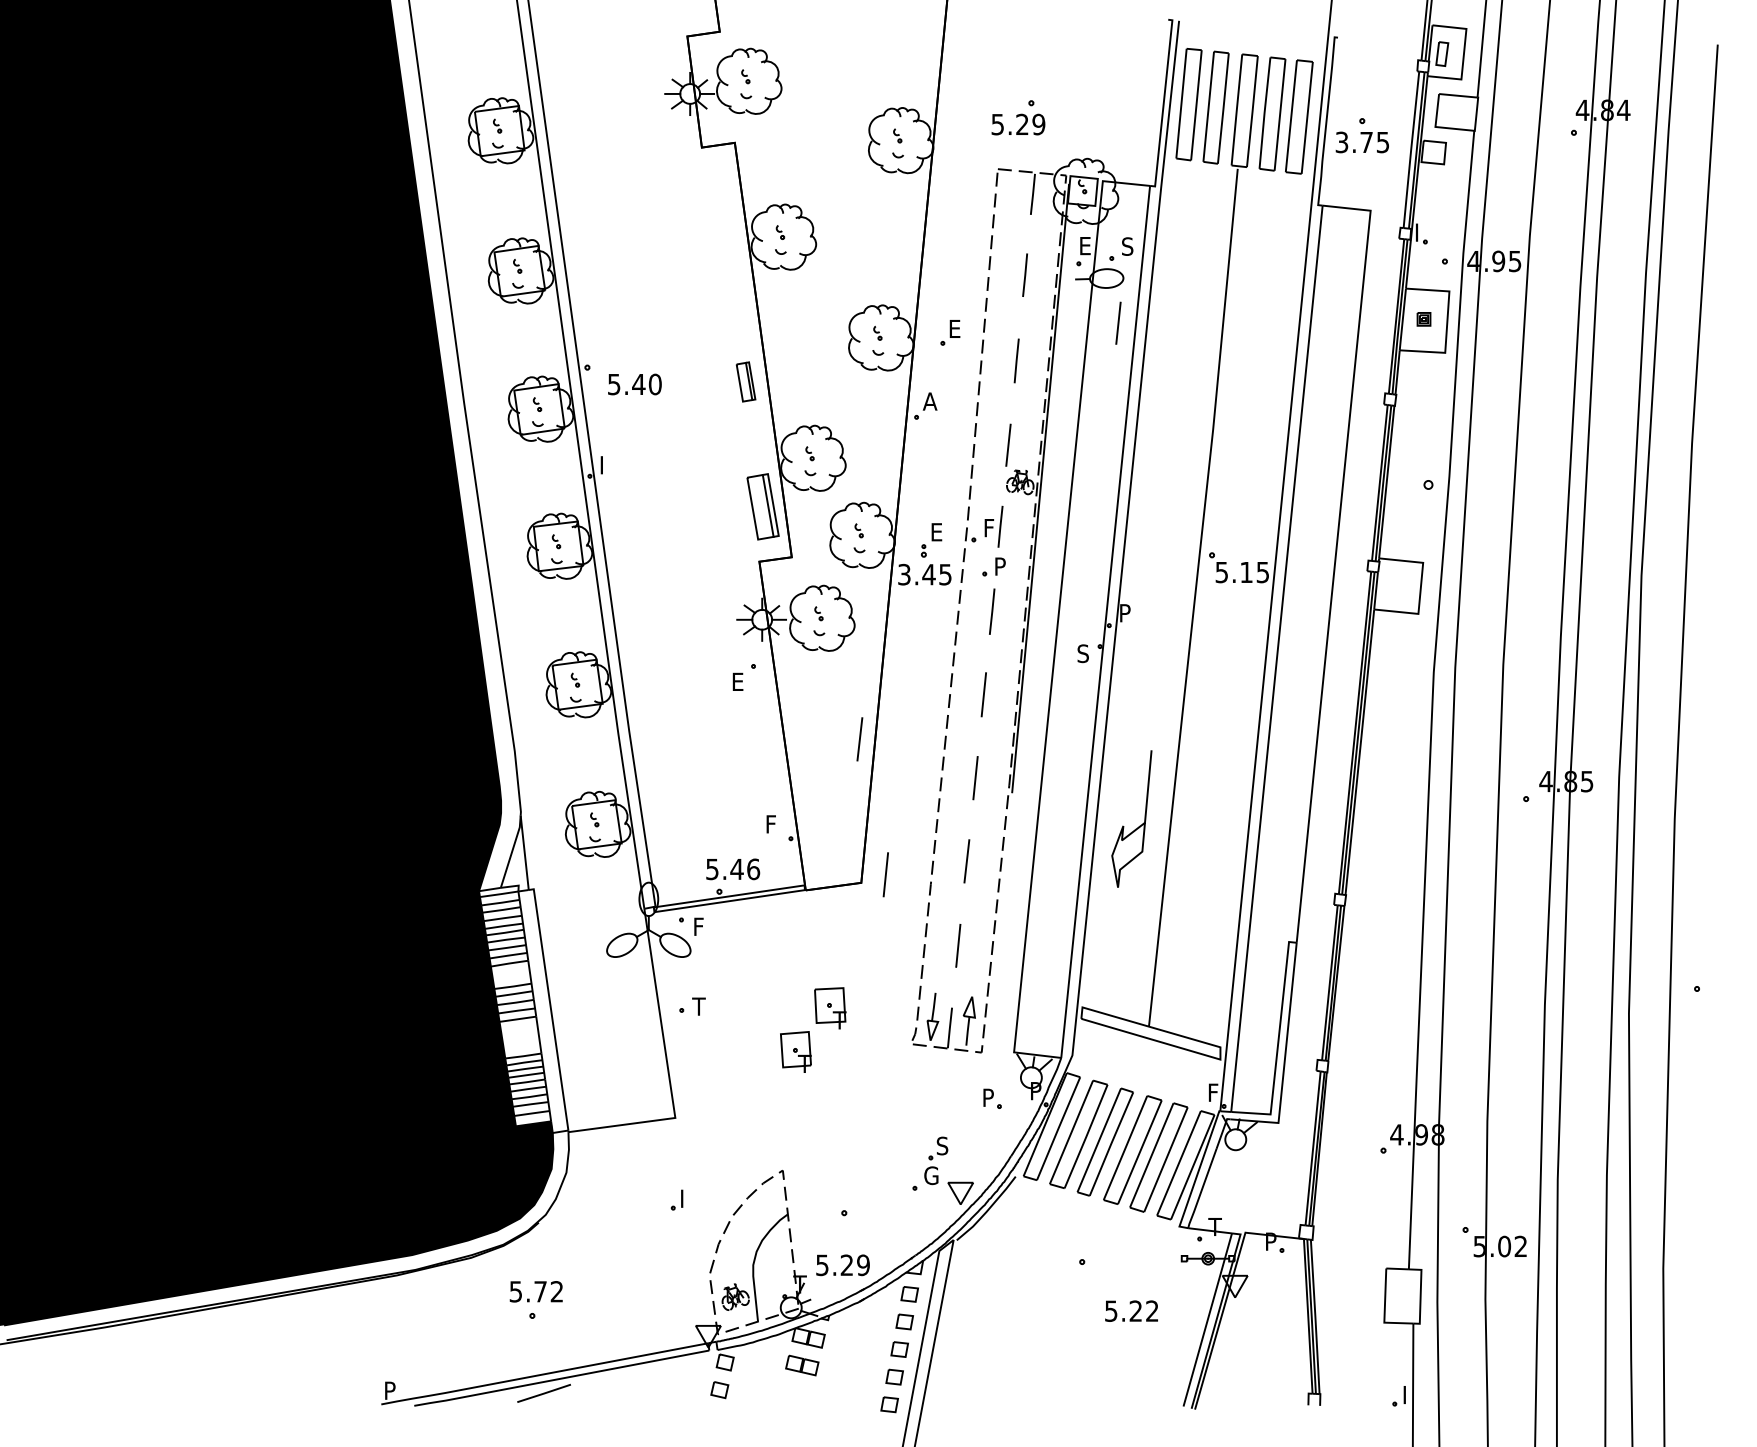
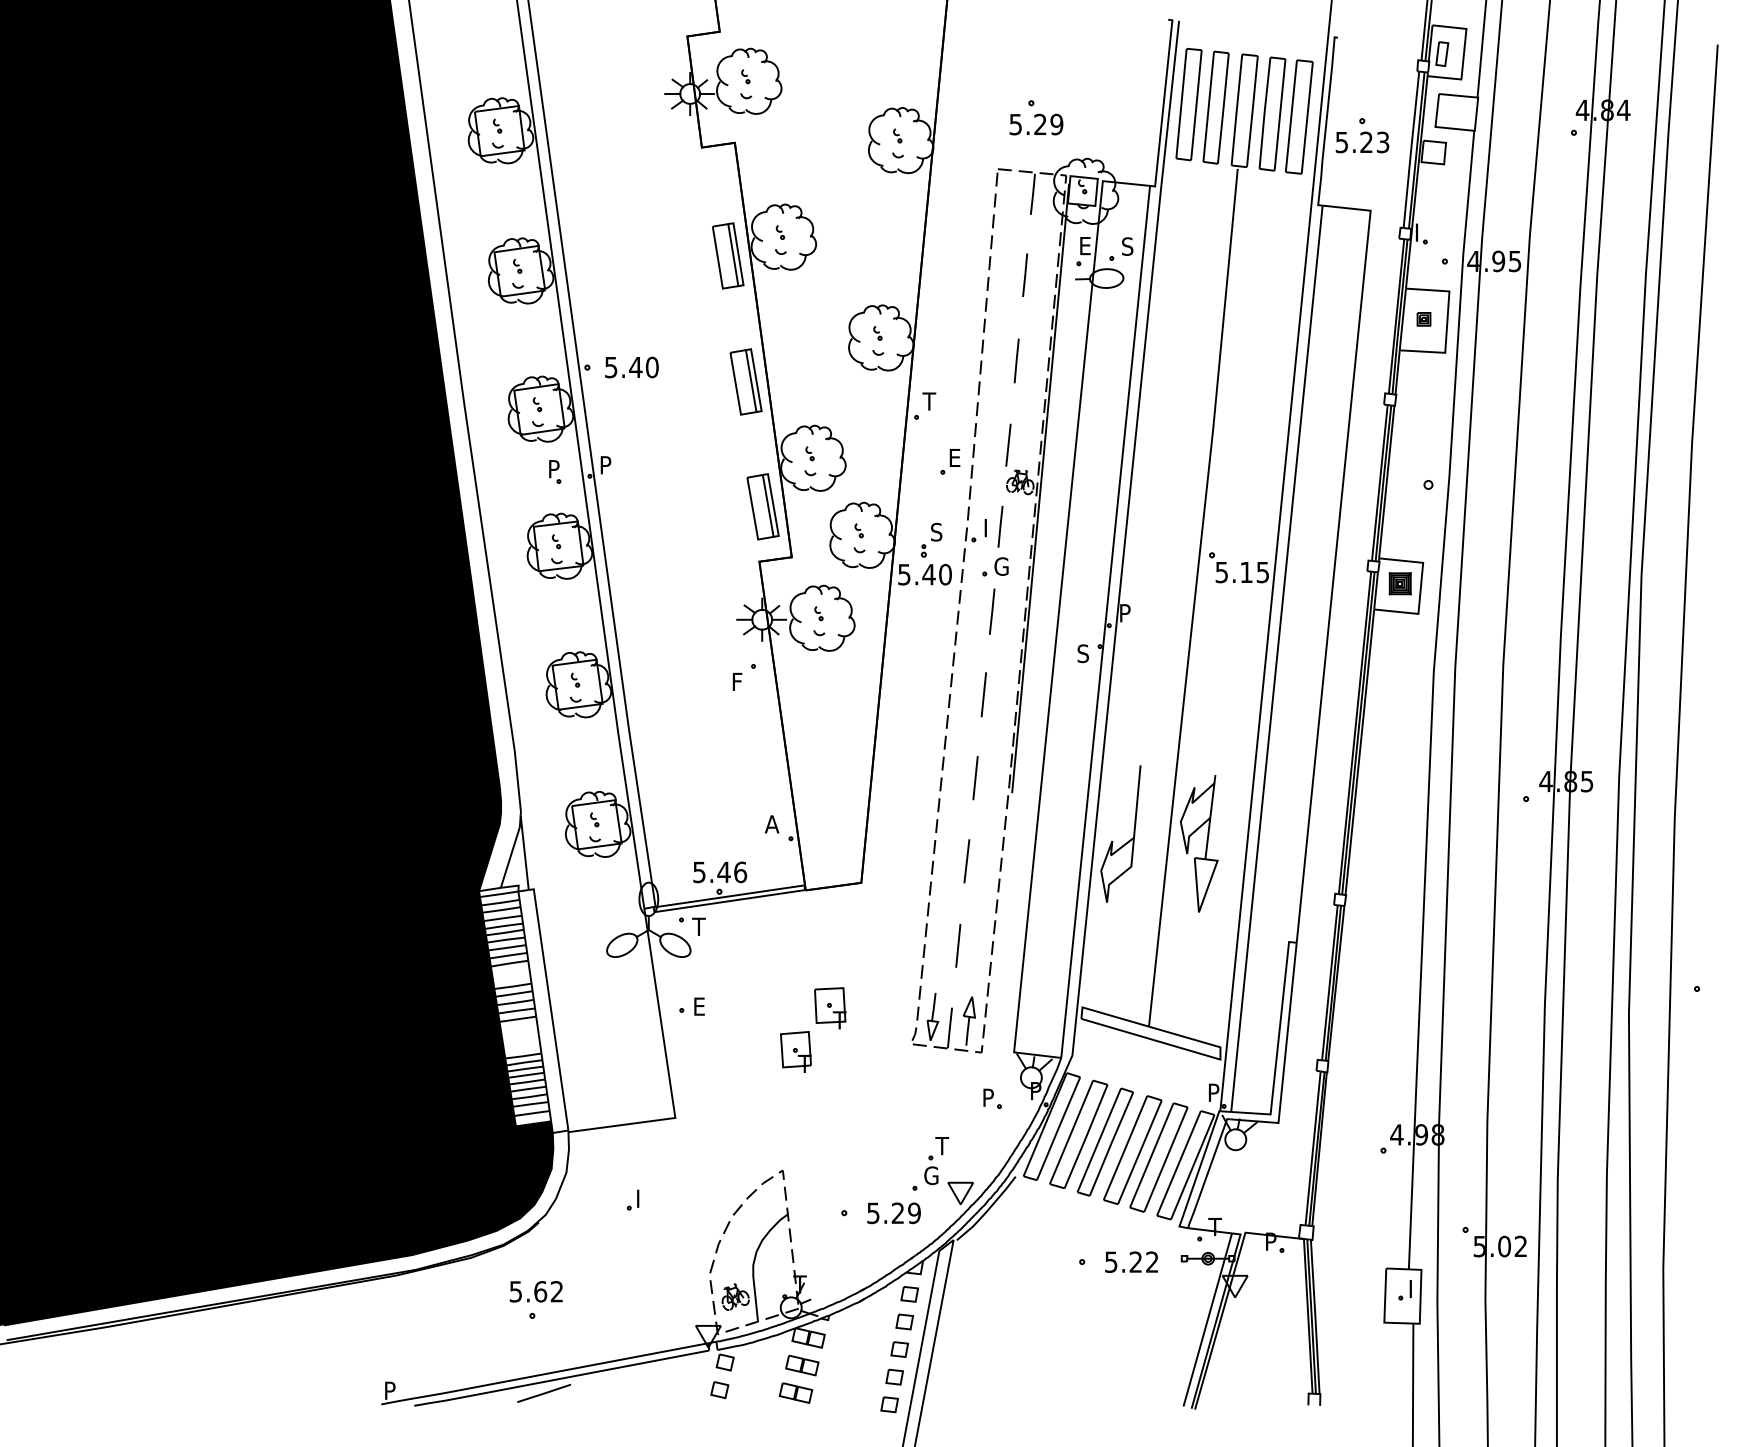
text at (1018, 124) position: (1018, 124) -> (1036, 124)
text at (1362, 141): 3.75 -> 5.23
part at (728, 255): none -> present
line at (1118, 322): present -> none
part at (950, 332) position: (950, 332) -> (950, 461)
part at (745, 381) size: 22x42 px -> 34x68 px
text at (634, 384) position: (634, 384) -> (631, 367)
text at (929, 401): A -> T
text at (607, 461): I -> P
part at (555, 471): none -> present
text at (990, 523): F -> I
text at (936, 531): E -> S
text at (1001, 566): P -> G
text at (924, 574): 3.45 -> 5.40
part at (1399, 583): none -> present
text at (739, 681): E -> F
line at (859, 739): present -> none
text at (771, 824): F -> A
curve at (1123, 825) position: (1123, 825) -> (1112, 840)
part at (1206, 843): none -> present
text at (733, 869) position: (733, 869) -> (720, 872)
line at (885, 874): present -> none
text at (698, 926): F -> T
text at (698, 1006): T -> E
text at (1215, 1088): F -> P
text at (942, 1145): S -> T
part at (676, 1199) position: (676, 1199) -> (632, 1199)
text at (842, 1265) position: (842, 1265) -> (893, 1213)
text at (540, 1291): 5.72 -> 5.62
text at (1131, 1310) position: (1131, 1310) -> (1131, 1261)
part at (795, 1392): none -> present
part at (1398, 1396) position: (1398, 1396) -> (1404, 1290)
